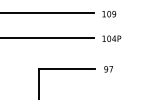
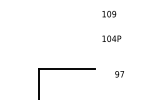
line at (48, 13): present -> none
line at (48, 37): present -> none
text at (108, 69) position: (108, 69) -> (119, 74)
